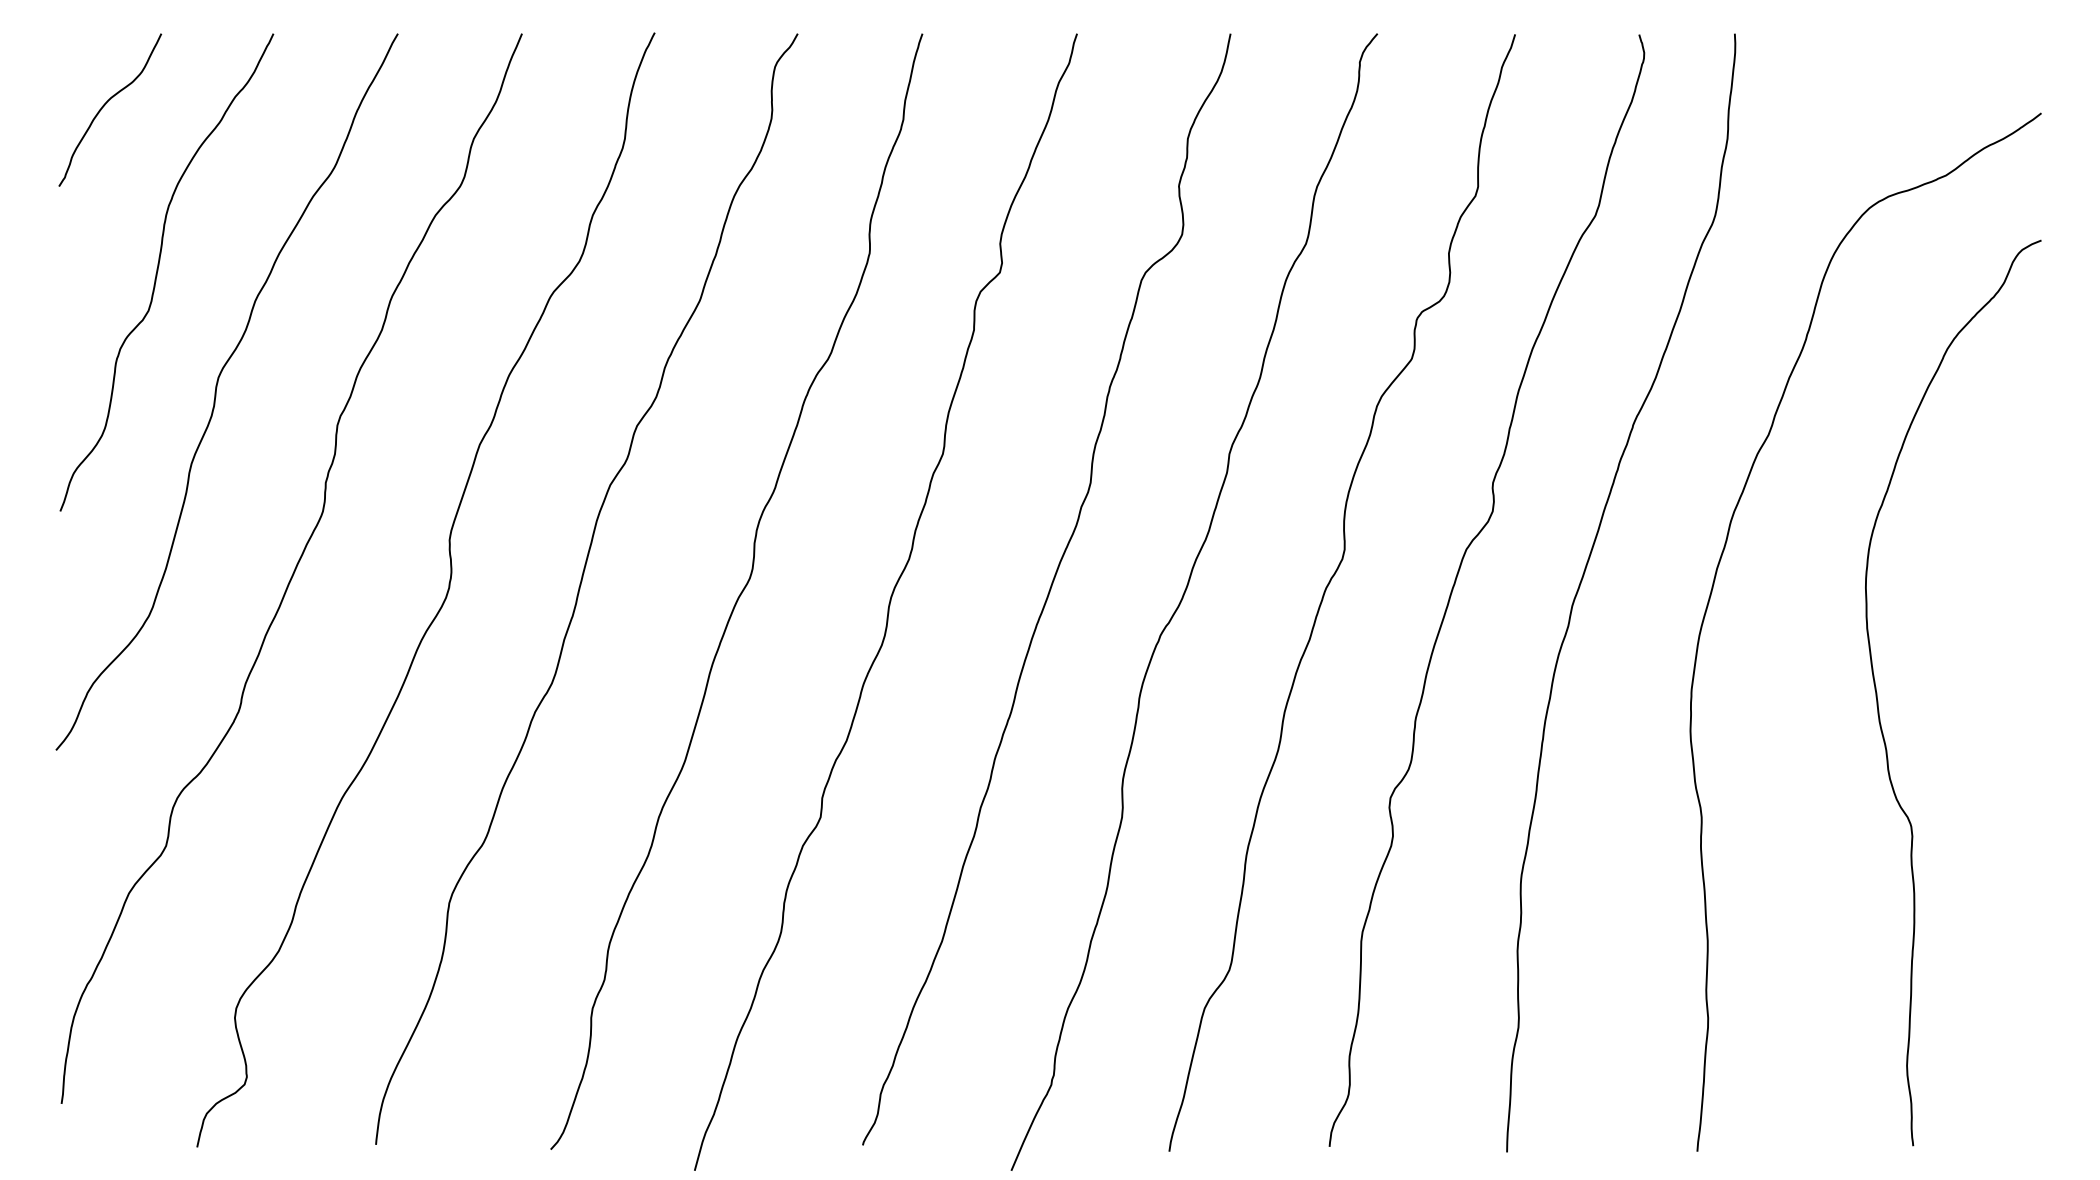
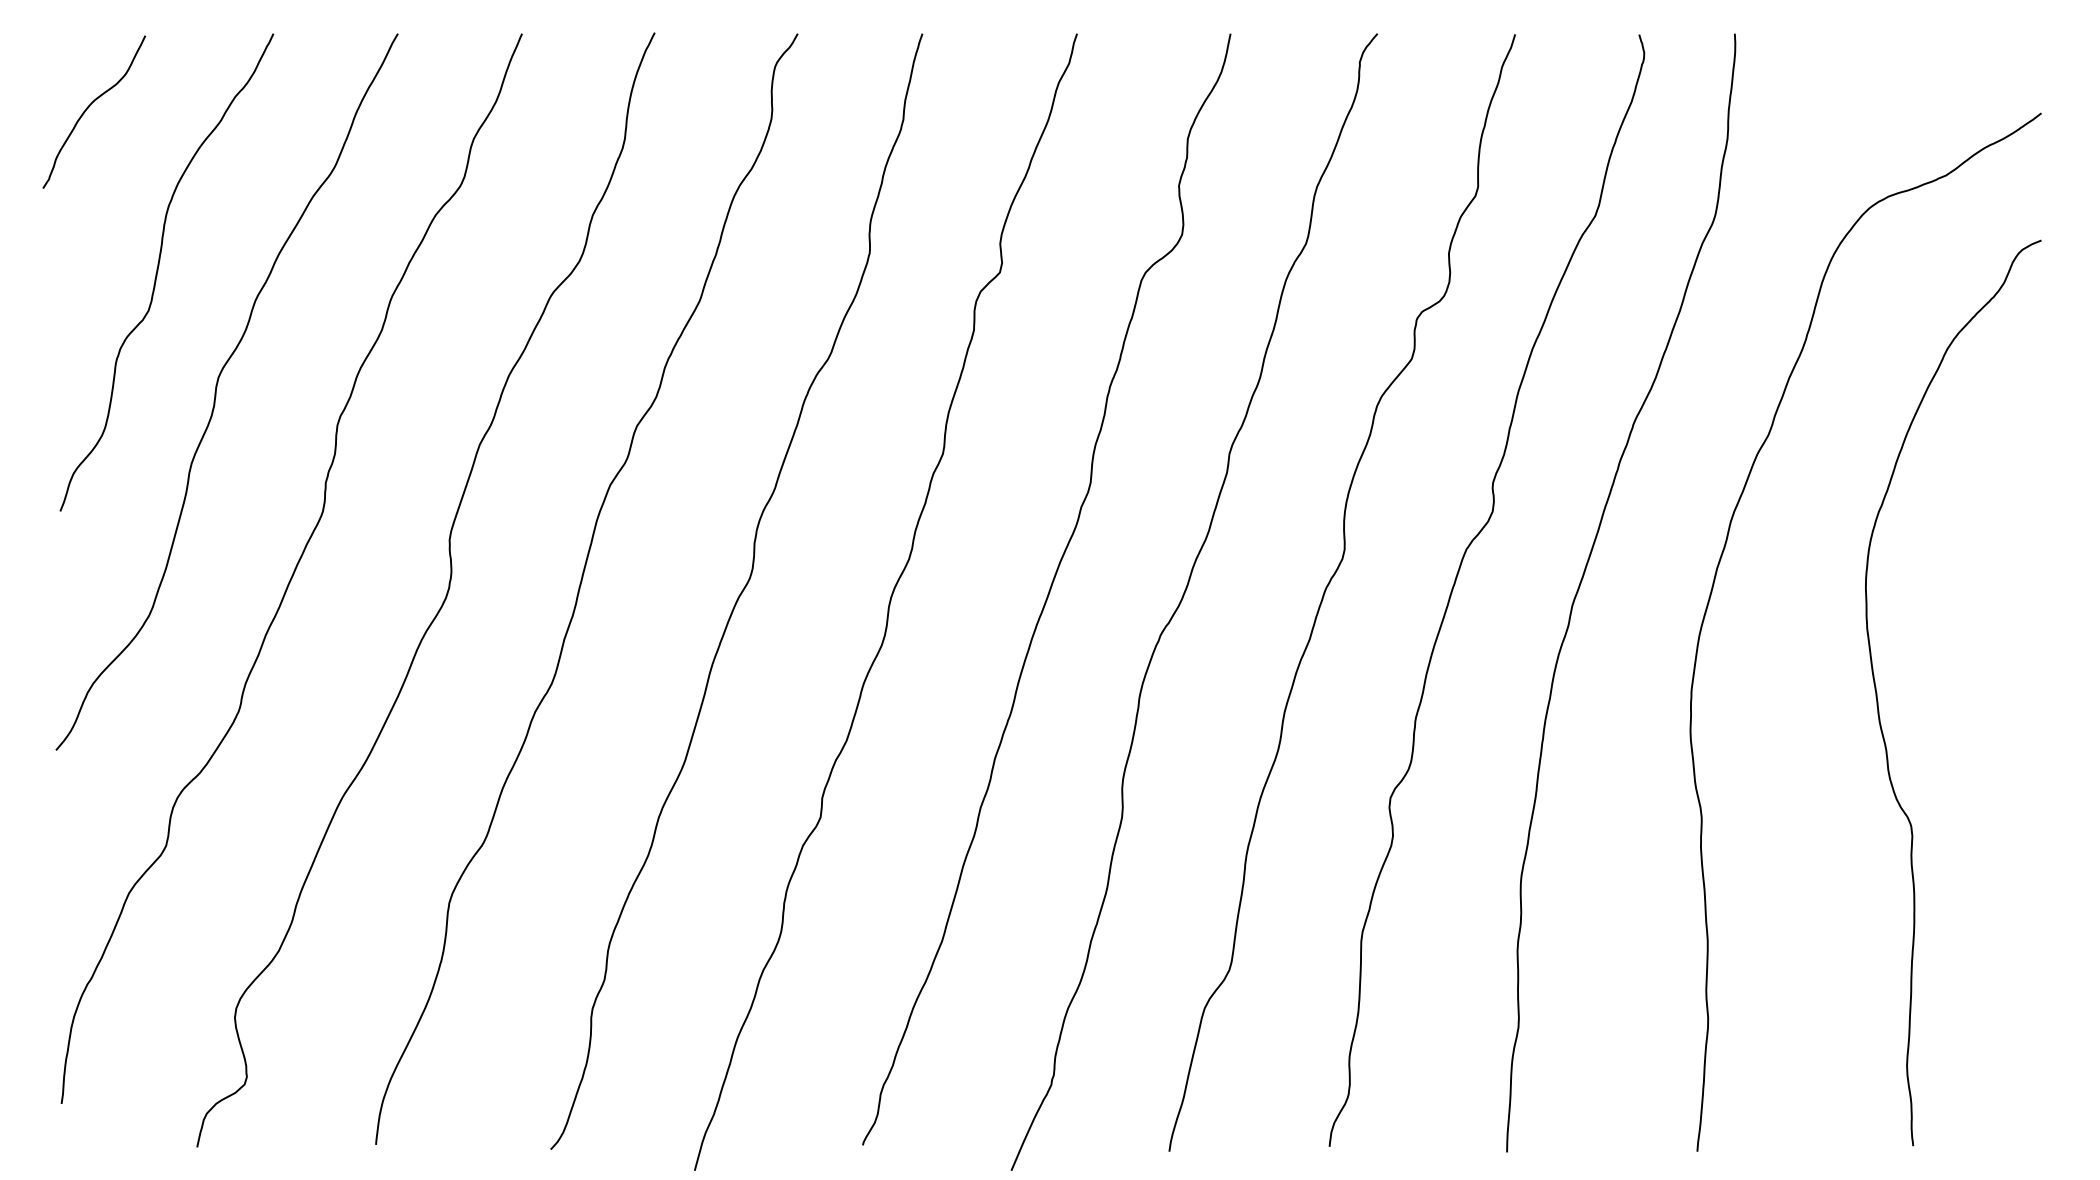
curve at (106, 104) position: (106, 104) -> (90, 106)
